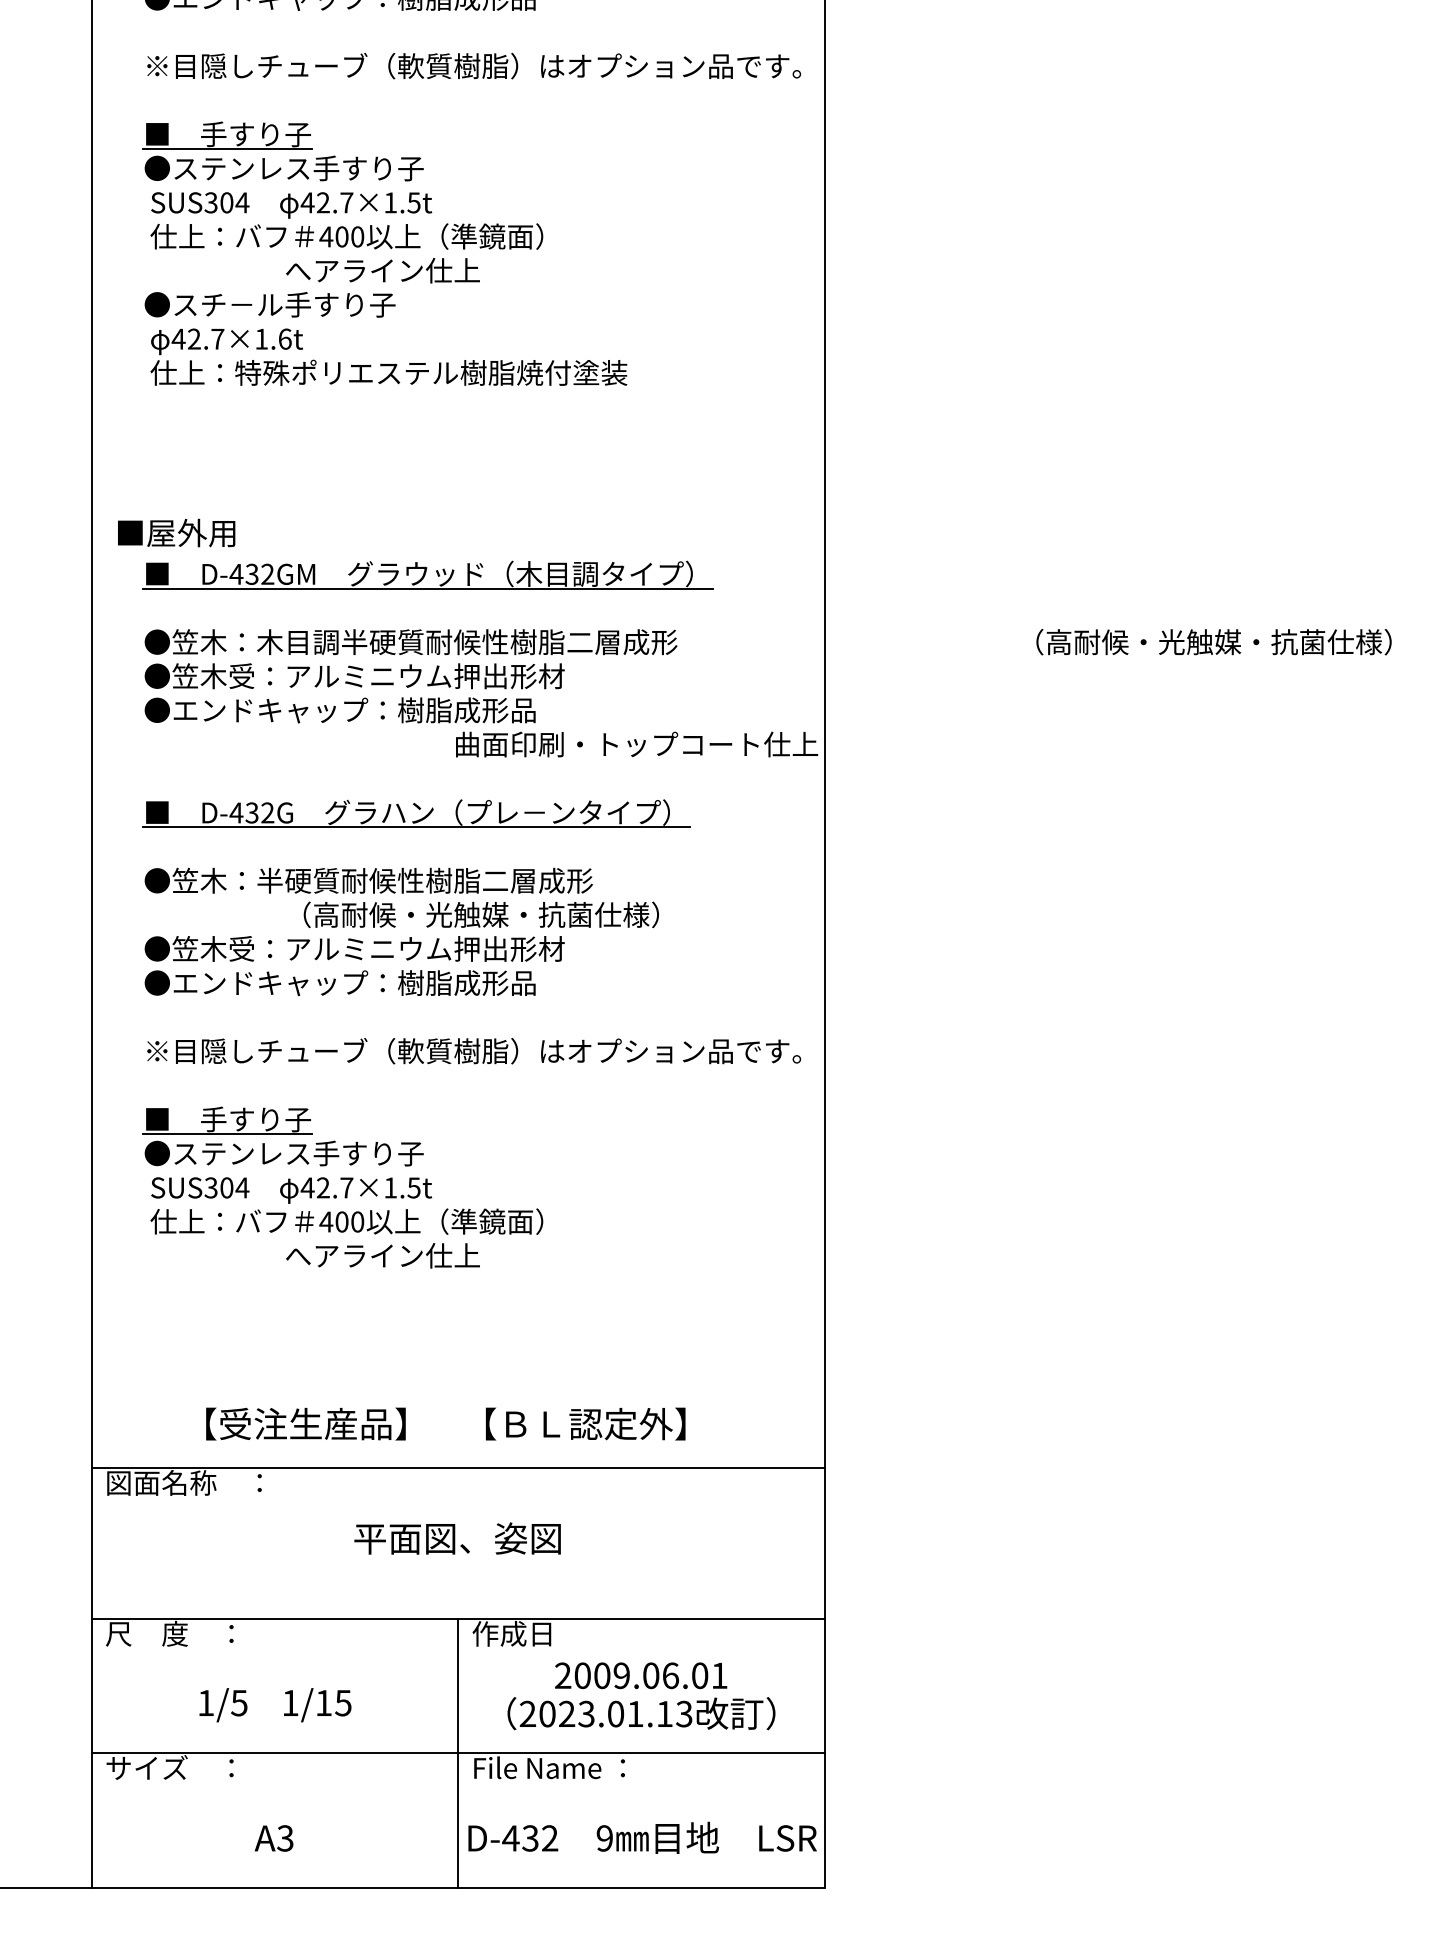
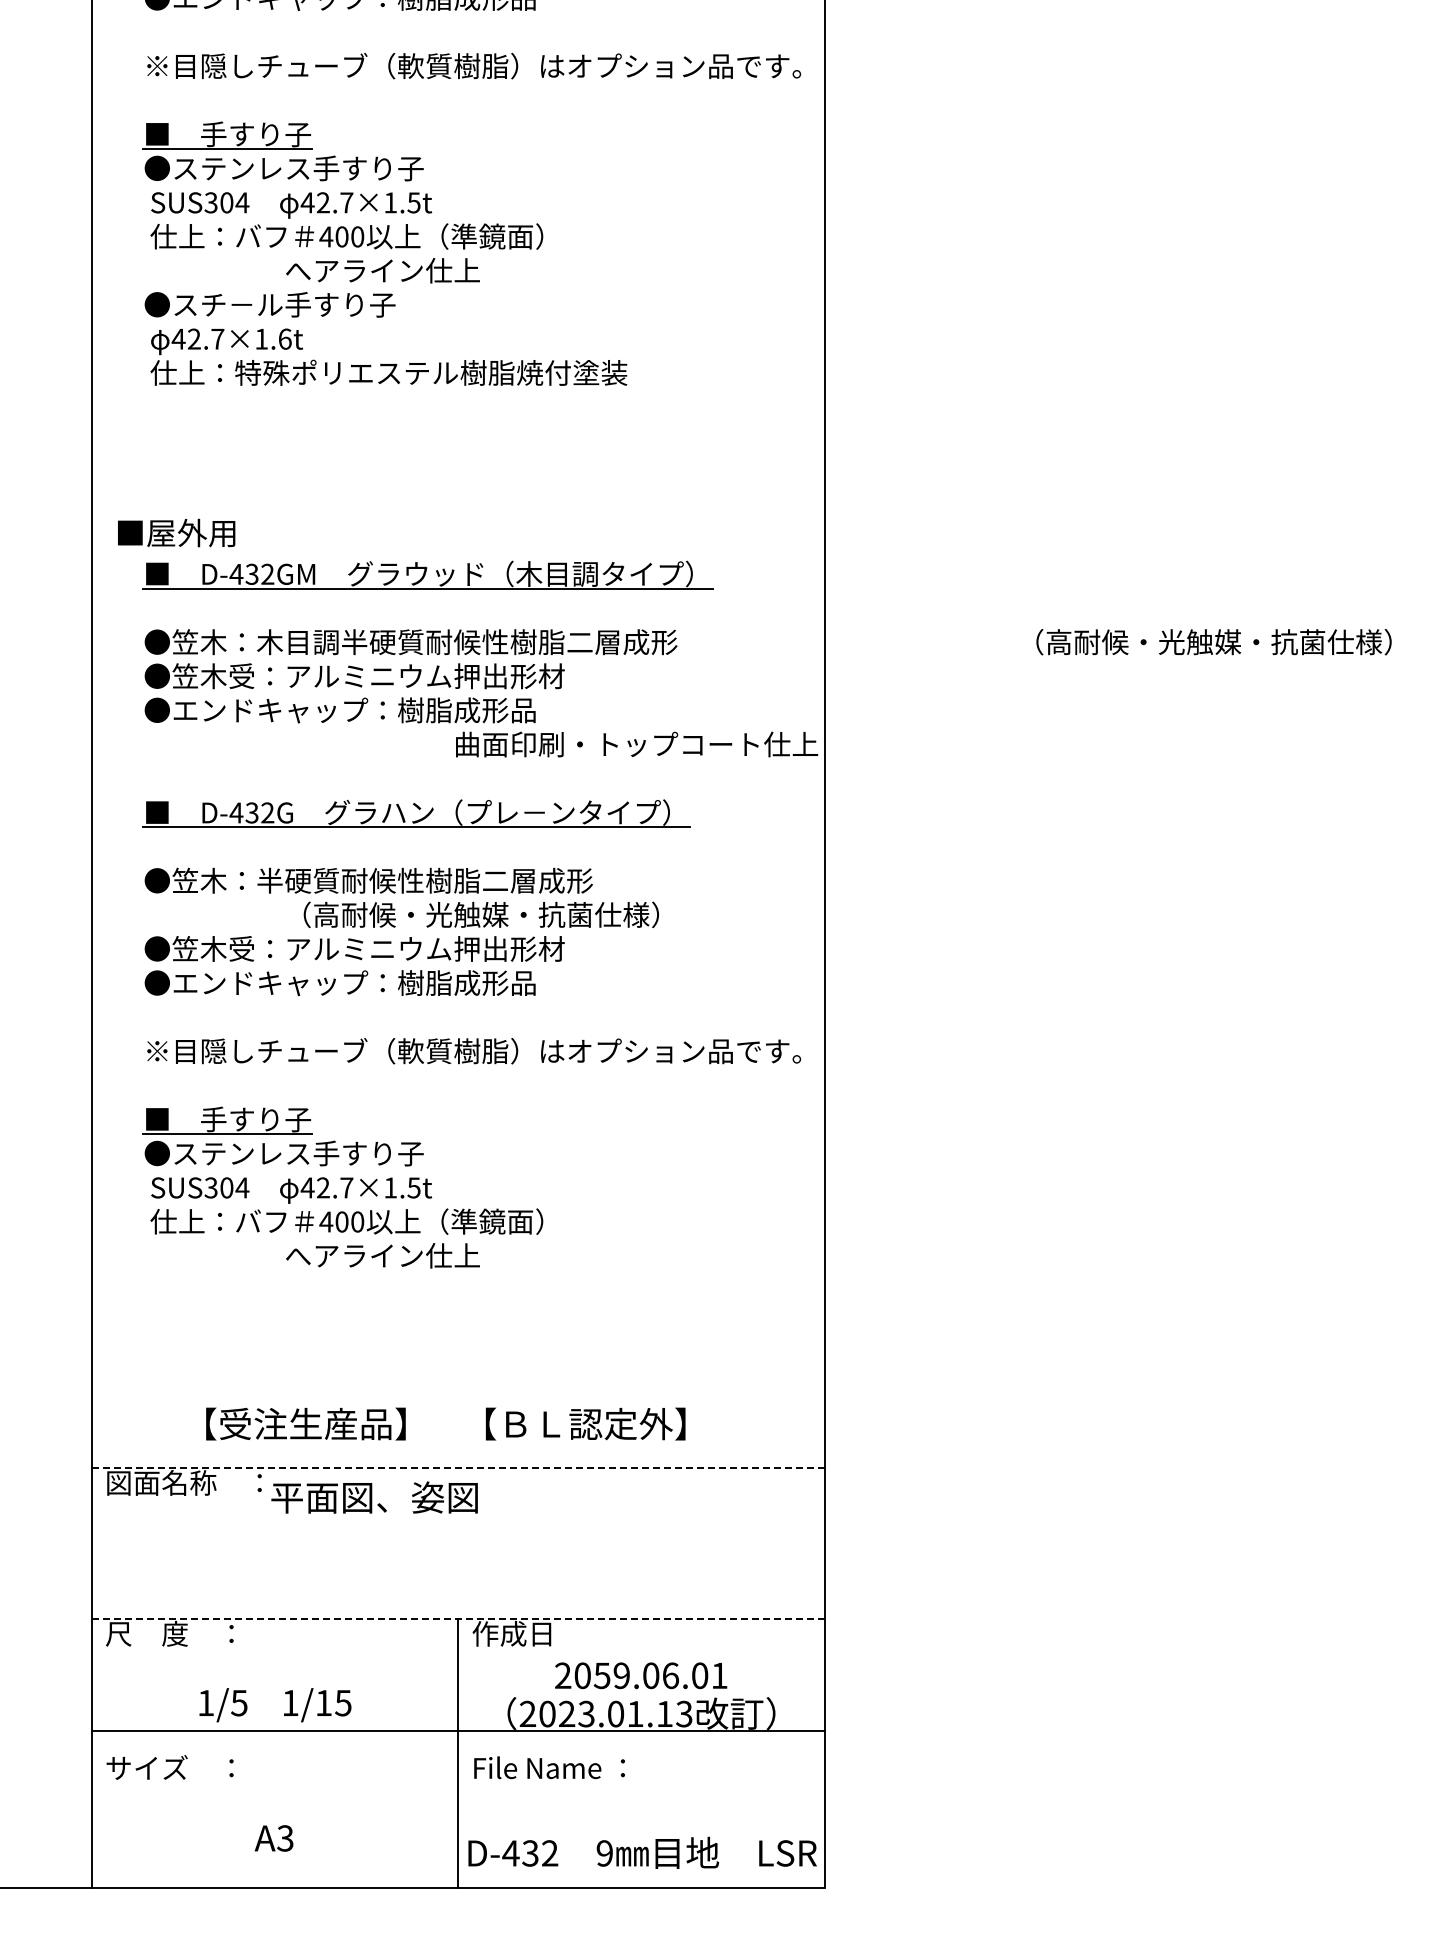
line at (458, 1468): solid -> dashed
text at (457, 1538) position: (457, 1538) -> (374, 1497)
line at (458, 1619): solid -> dashed
text at (601, 1675): 2009.06.01 -> 2059.06.01
line at (457, 1753) position: (457, 1753) -> (457, 1731)
text at (642, 1837) position: (642, 1837) -> (642, 1852)
